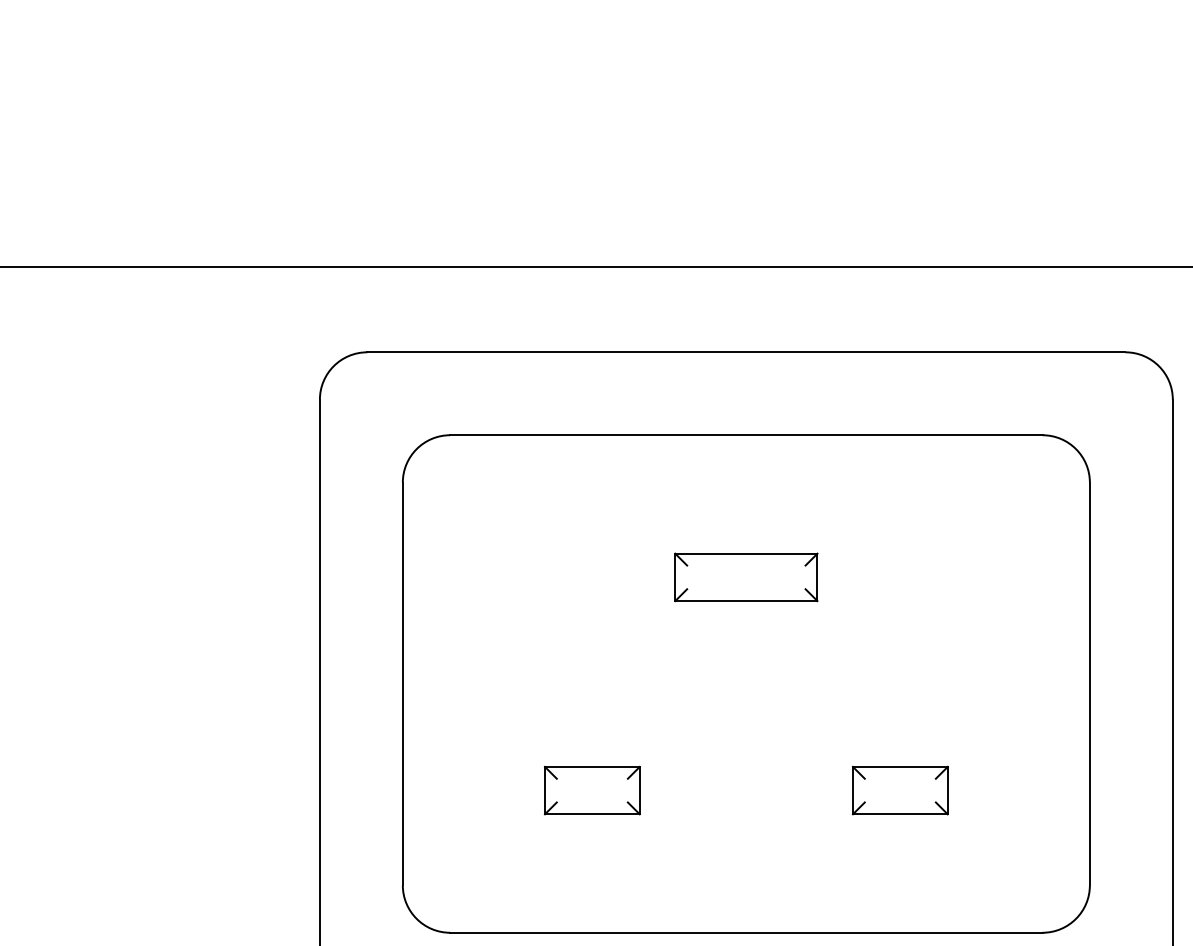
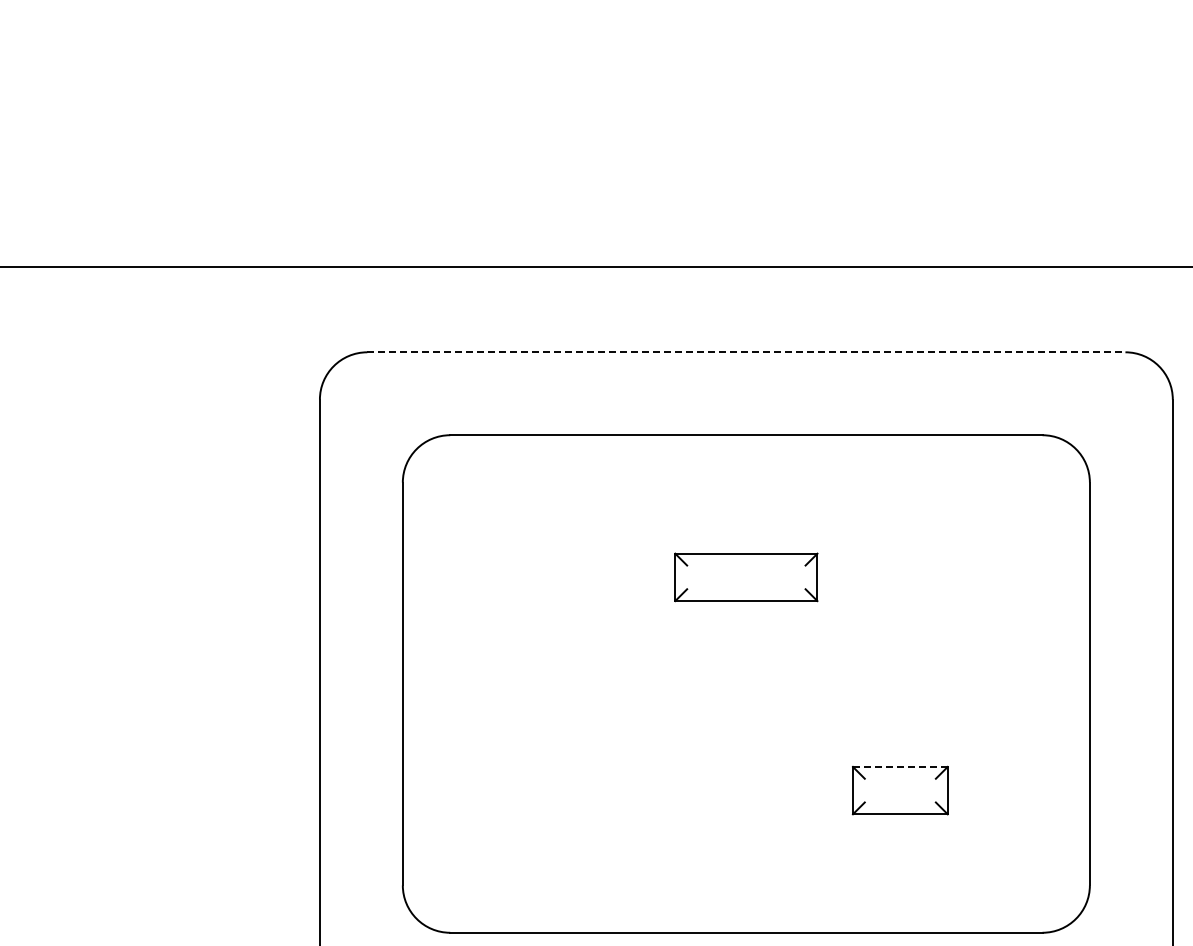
line at (746, 352): solid -> dashed
line at (899, 766): solid -> dashed
part at (591, 790): present -> none
